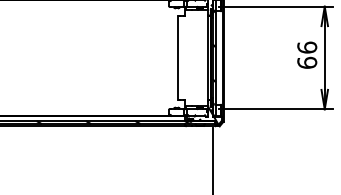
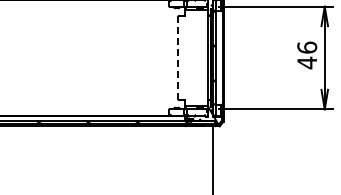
line at (178, 58): solid -> dashed
text at (307, 62): 66 -> 46
